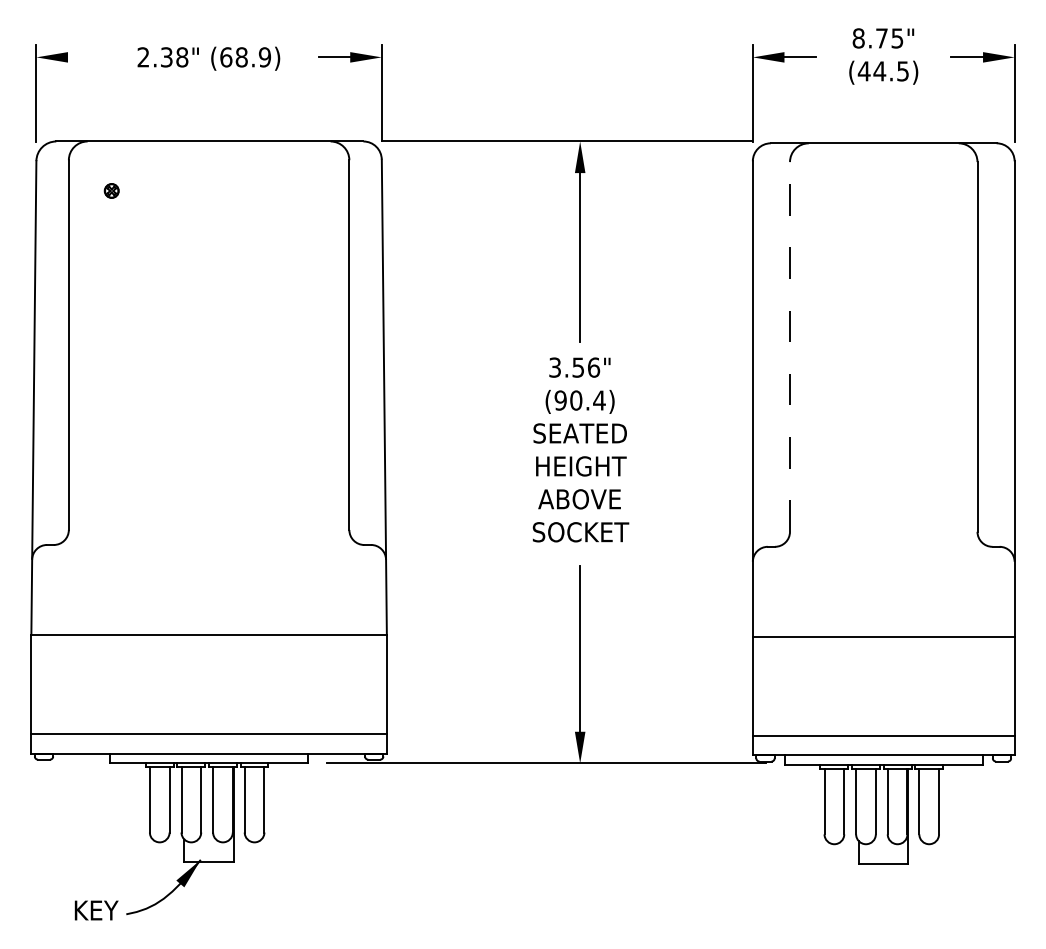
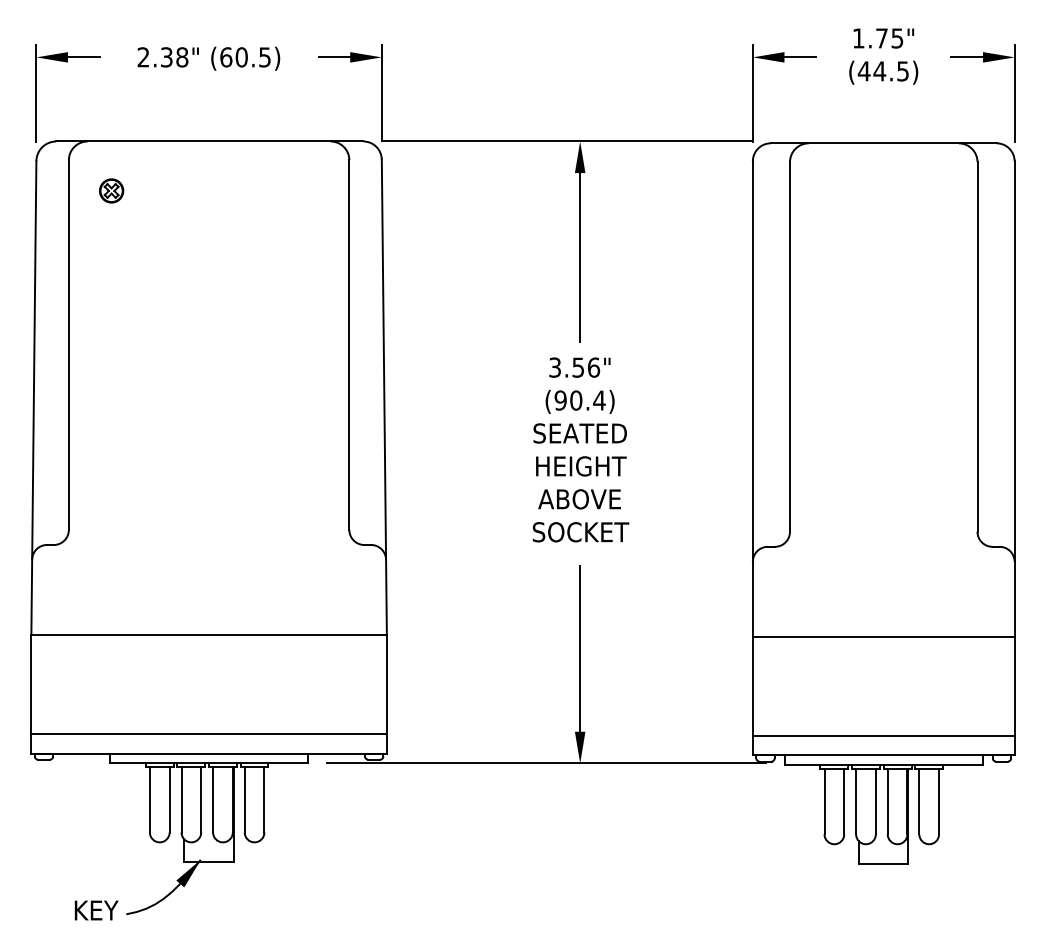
text at (858, 38): 8.75" -> 1.75"
line at (83, 57): none -> present
text at (253, 57): (68.9) -> (60.5)
part at (111, 190) size: 17x16 px -> 26x26 px
line at (789, 346): dashed -> solid
